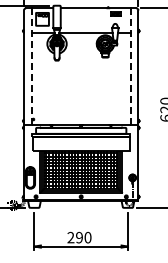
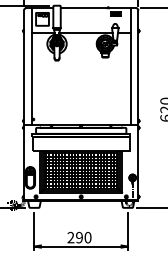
line at (31, 67): dashed -> solid
line at (130, 67): dashed -> solid
